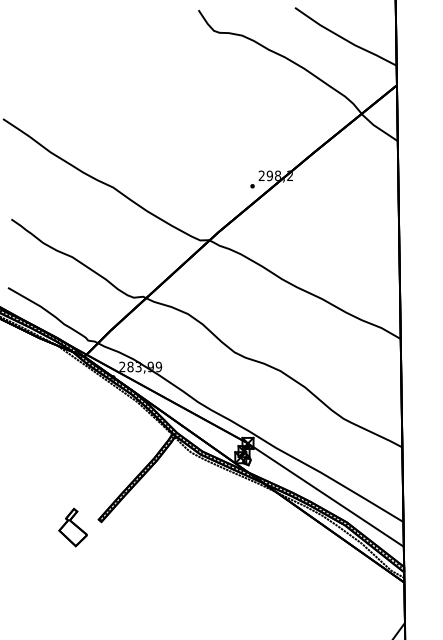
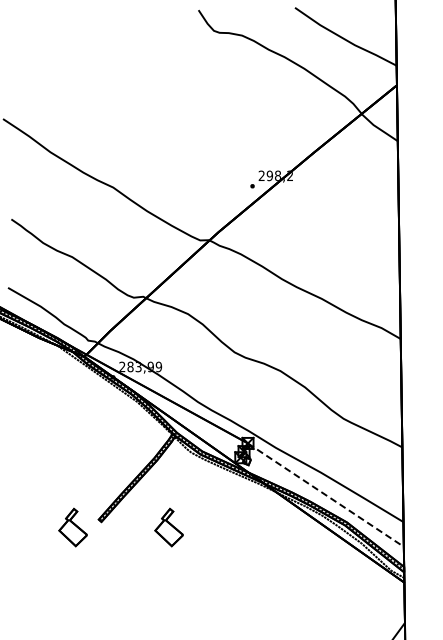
line at (326, 495): solid -> dashed
part at (168, 527): none -> present
